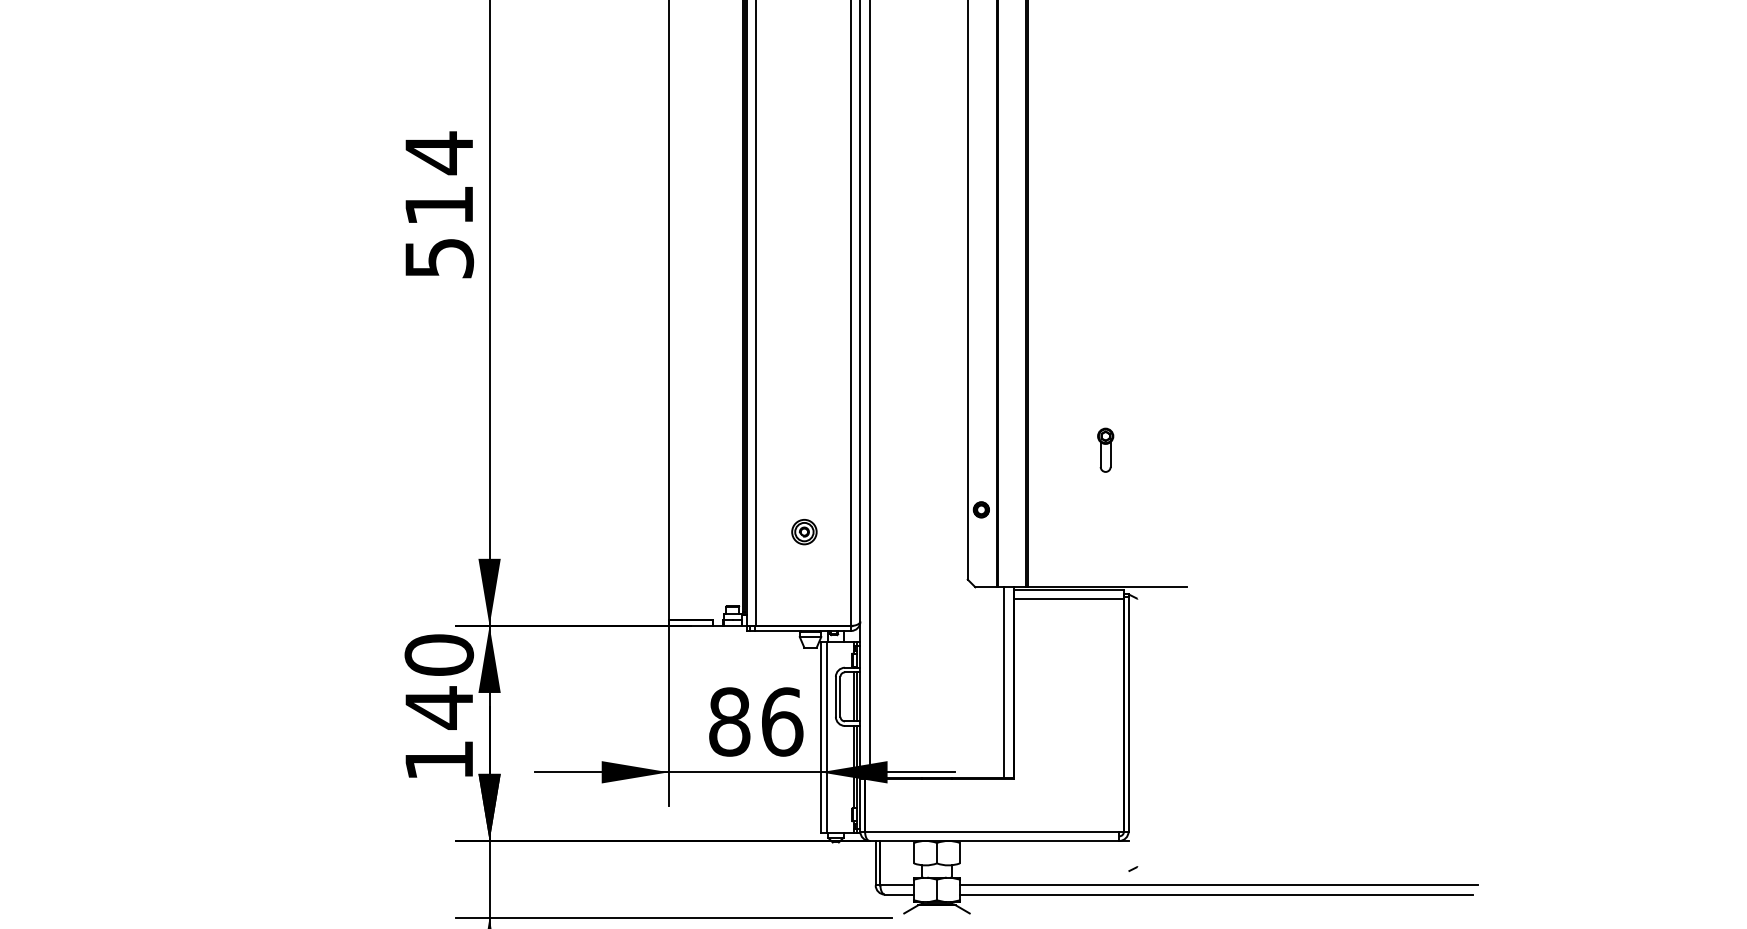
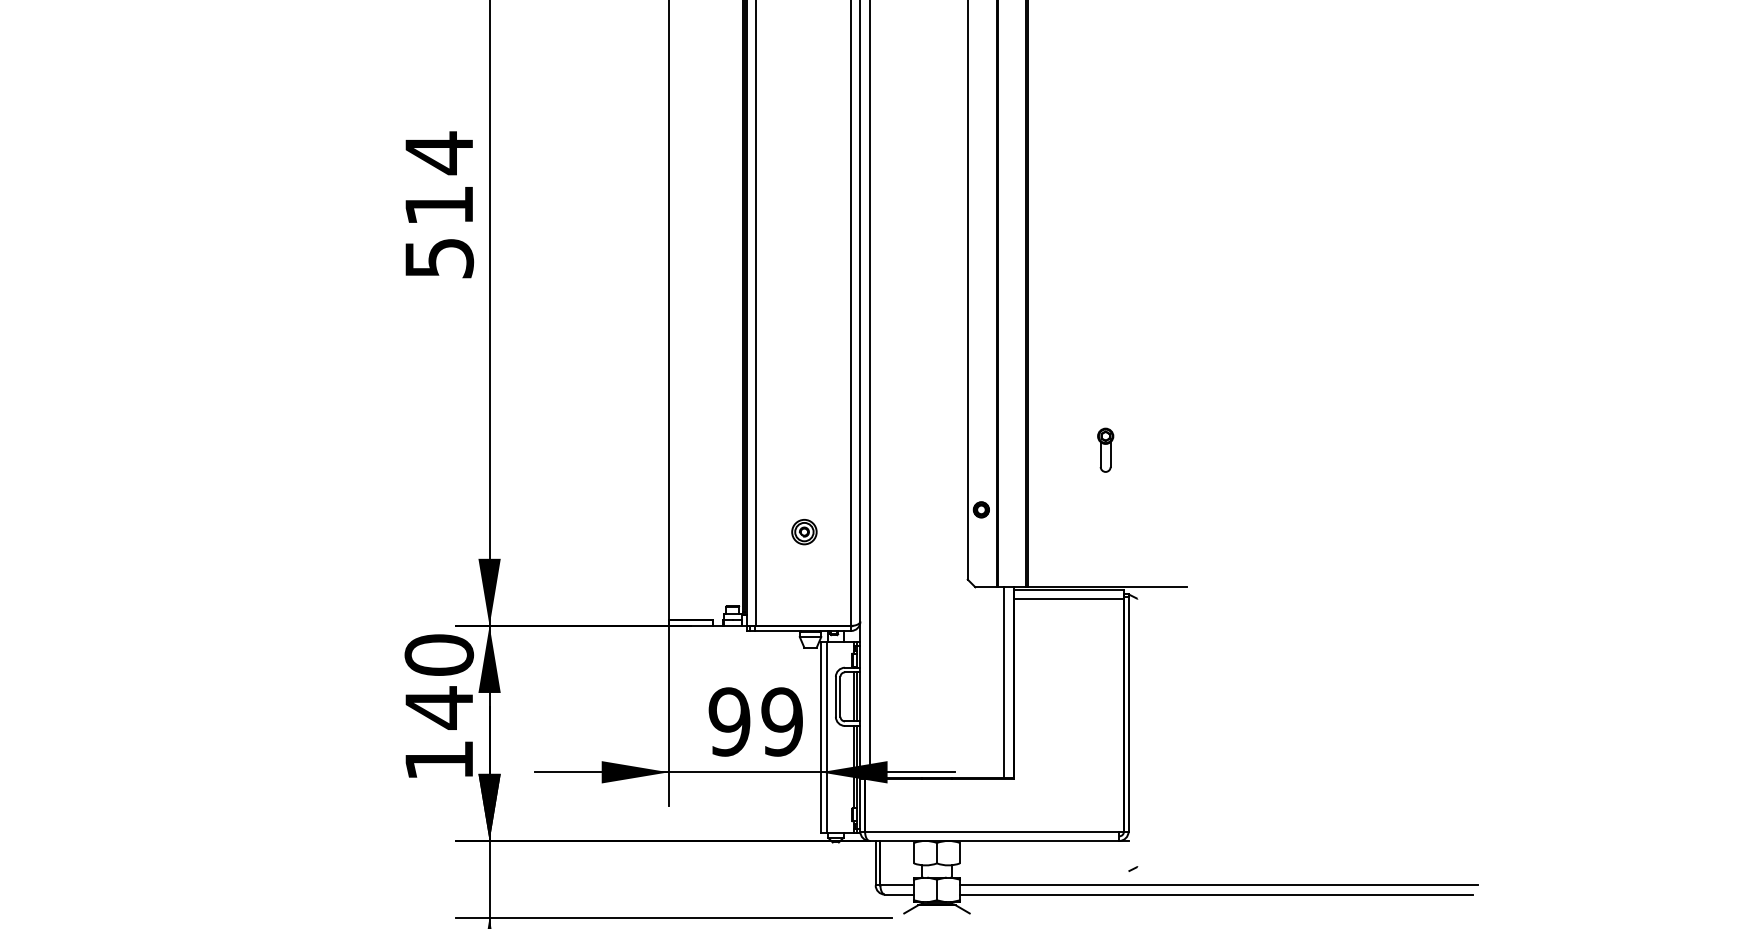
text at (755, 721): 86 -> 99
